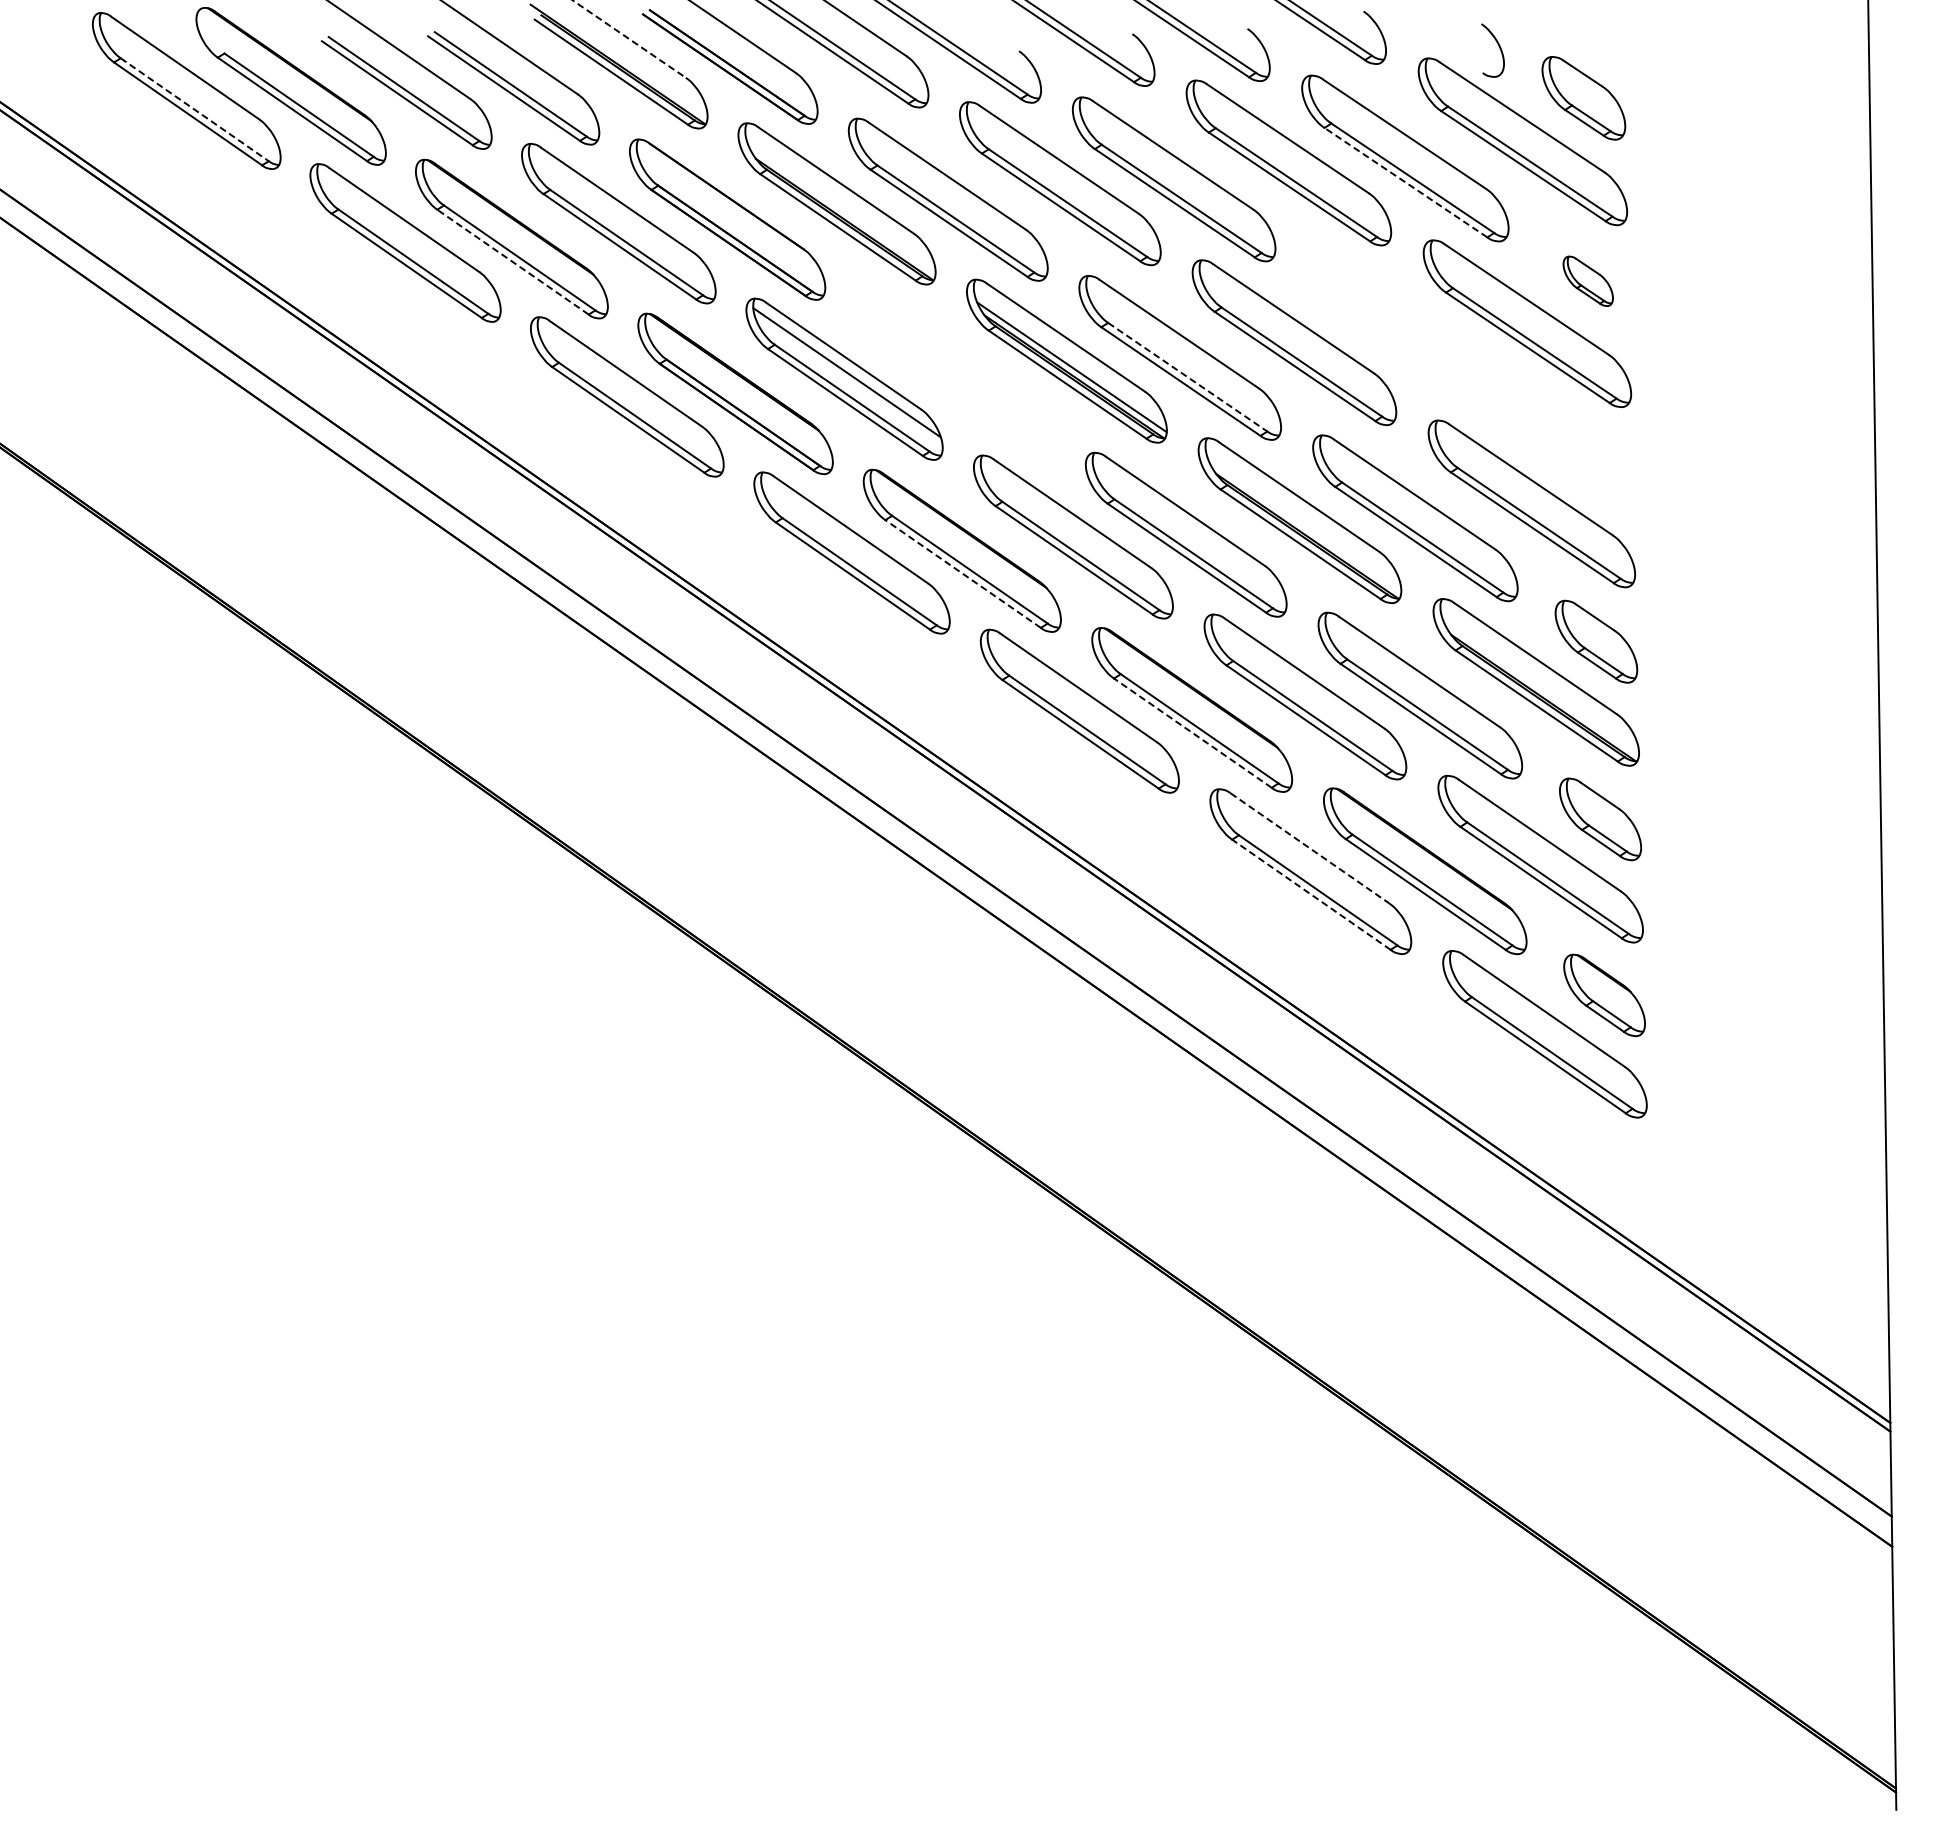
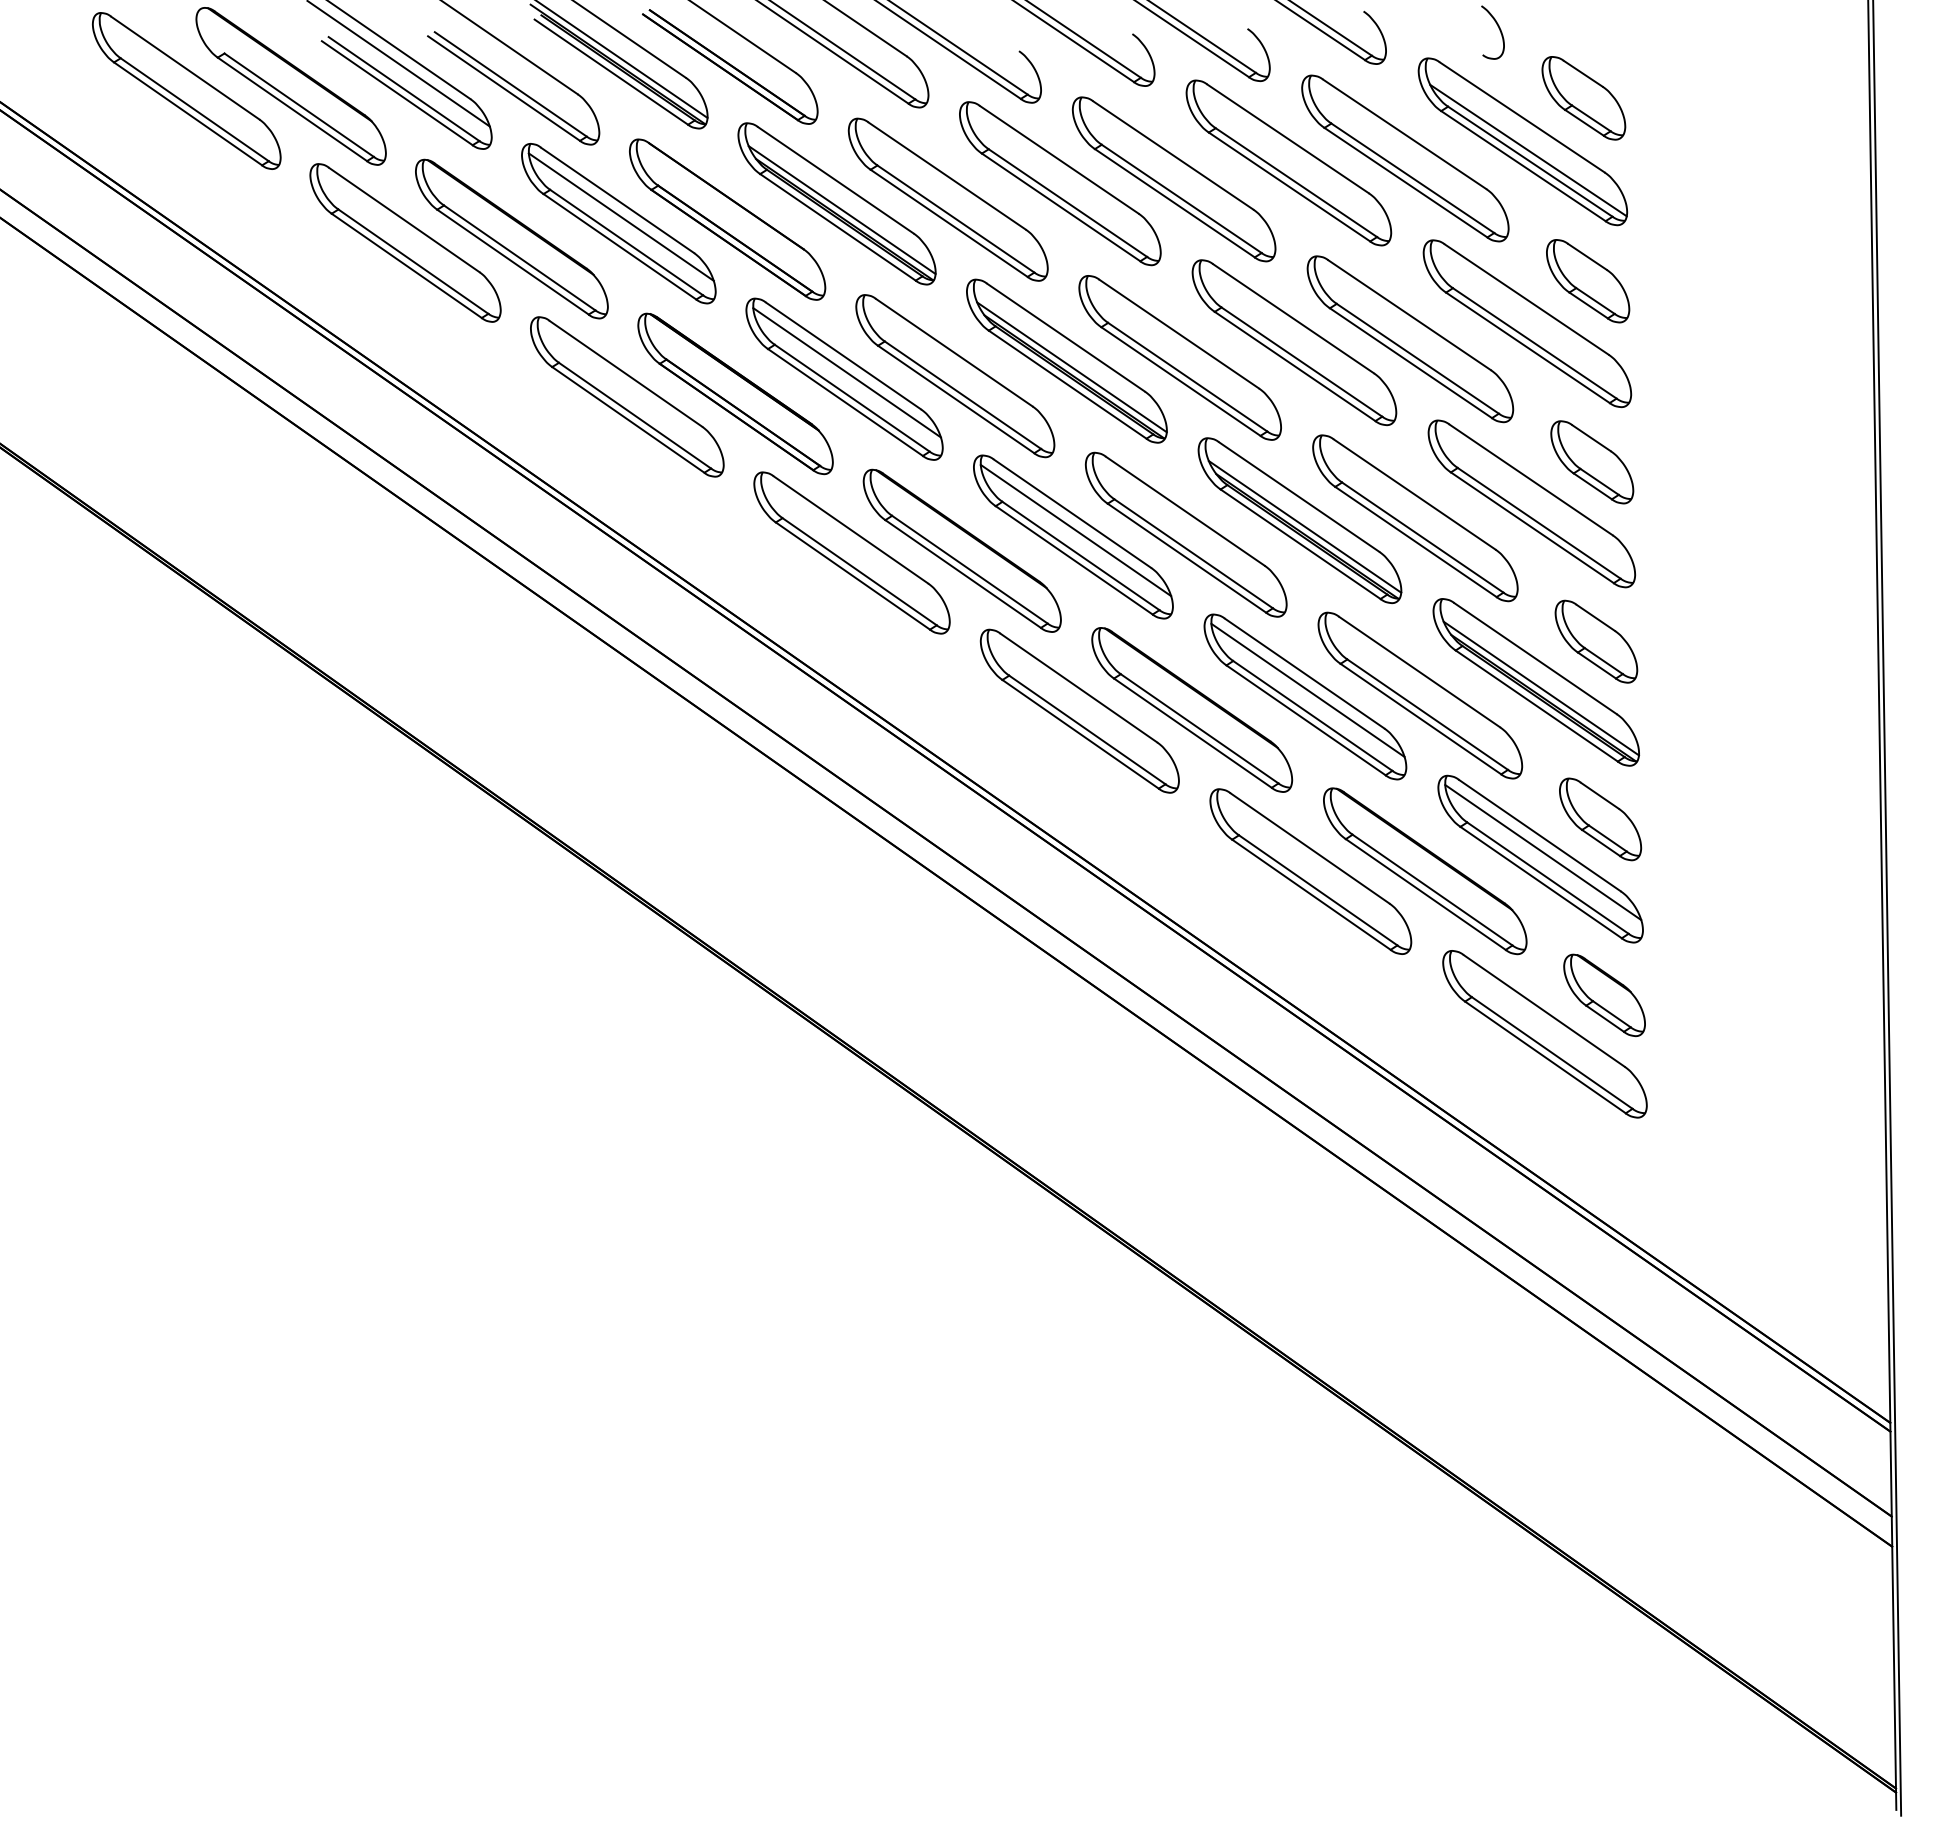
line at (629, 39): dashed -> solid
curve at (1498, 46) position: (1498, 46) -> (1498, 28)
line at (622, 59): none -> present
line at (399, 64): none -> present
line at (195, 110): dashed -> solid
line at (1528, 150): none -> present
line at (1405, 182): dashed -> solid
line at (841, 210): none -> present
line at (620, 216): none -> present
line at (512, 261): dashed -> solid
part at (1587, 280) size: 52x52 px -> 85x85 px
part at (1410, 339): none -> present
part at (955, 376): none -> present
line at (1188, 377): dashed -> solid
part at (1592, 462): none -> present
line at (1304, 526): none -> present
line at (1075, 530): none -> present
line at (963, 574): dashed -> solid
line at (1540, 688): none -> present
line at (1307, 689): none -> present
line at (1192, 733): dashed -> solid
line at (1310, 848): dashed -> solid
line at (1543, 852): none -> present
line at (1311, 894): dashed -> solid
line at (1887, 908): none -> present
